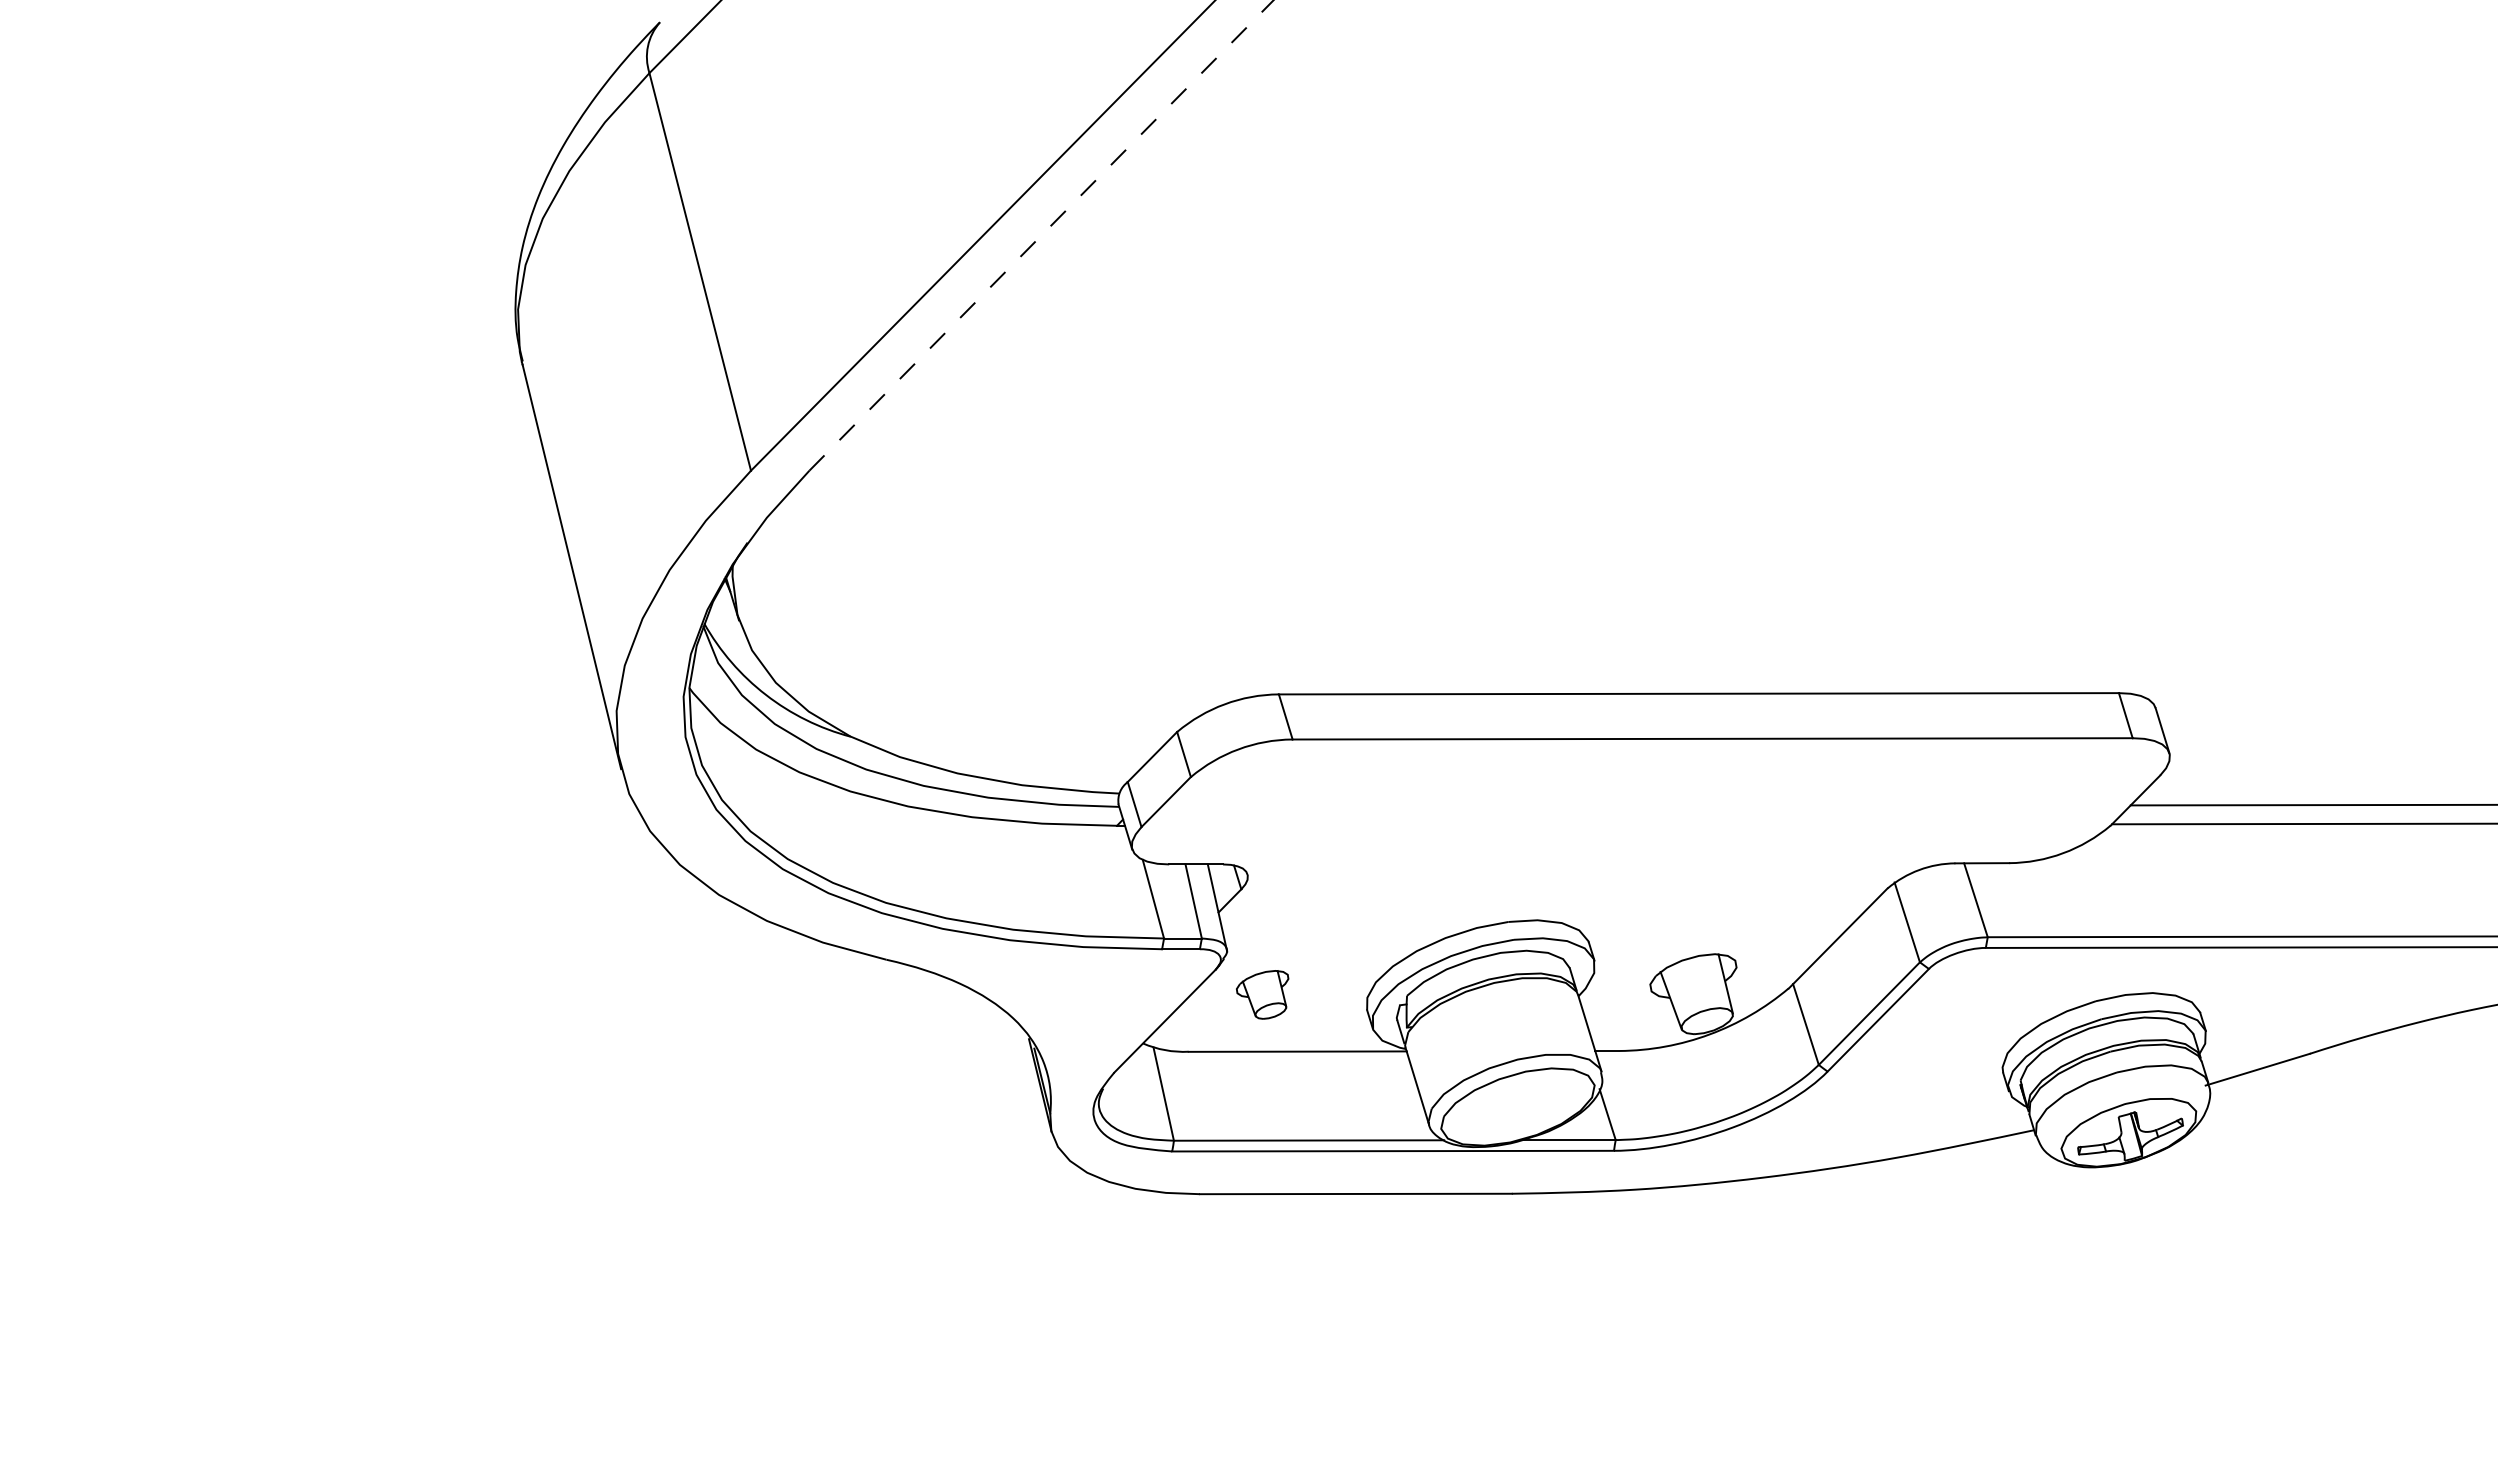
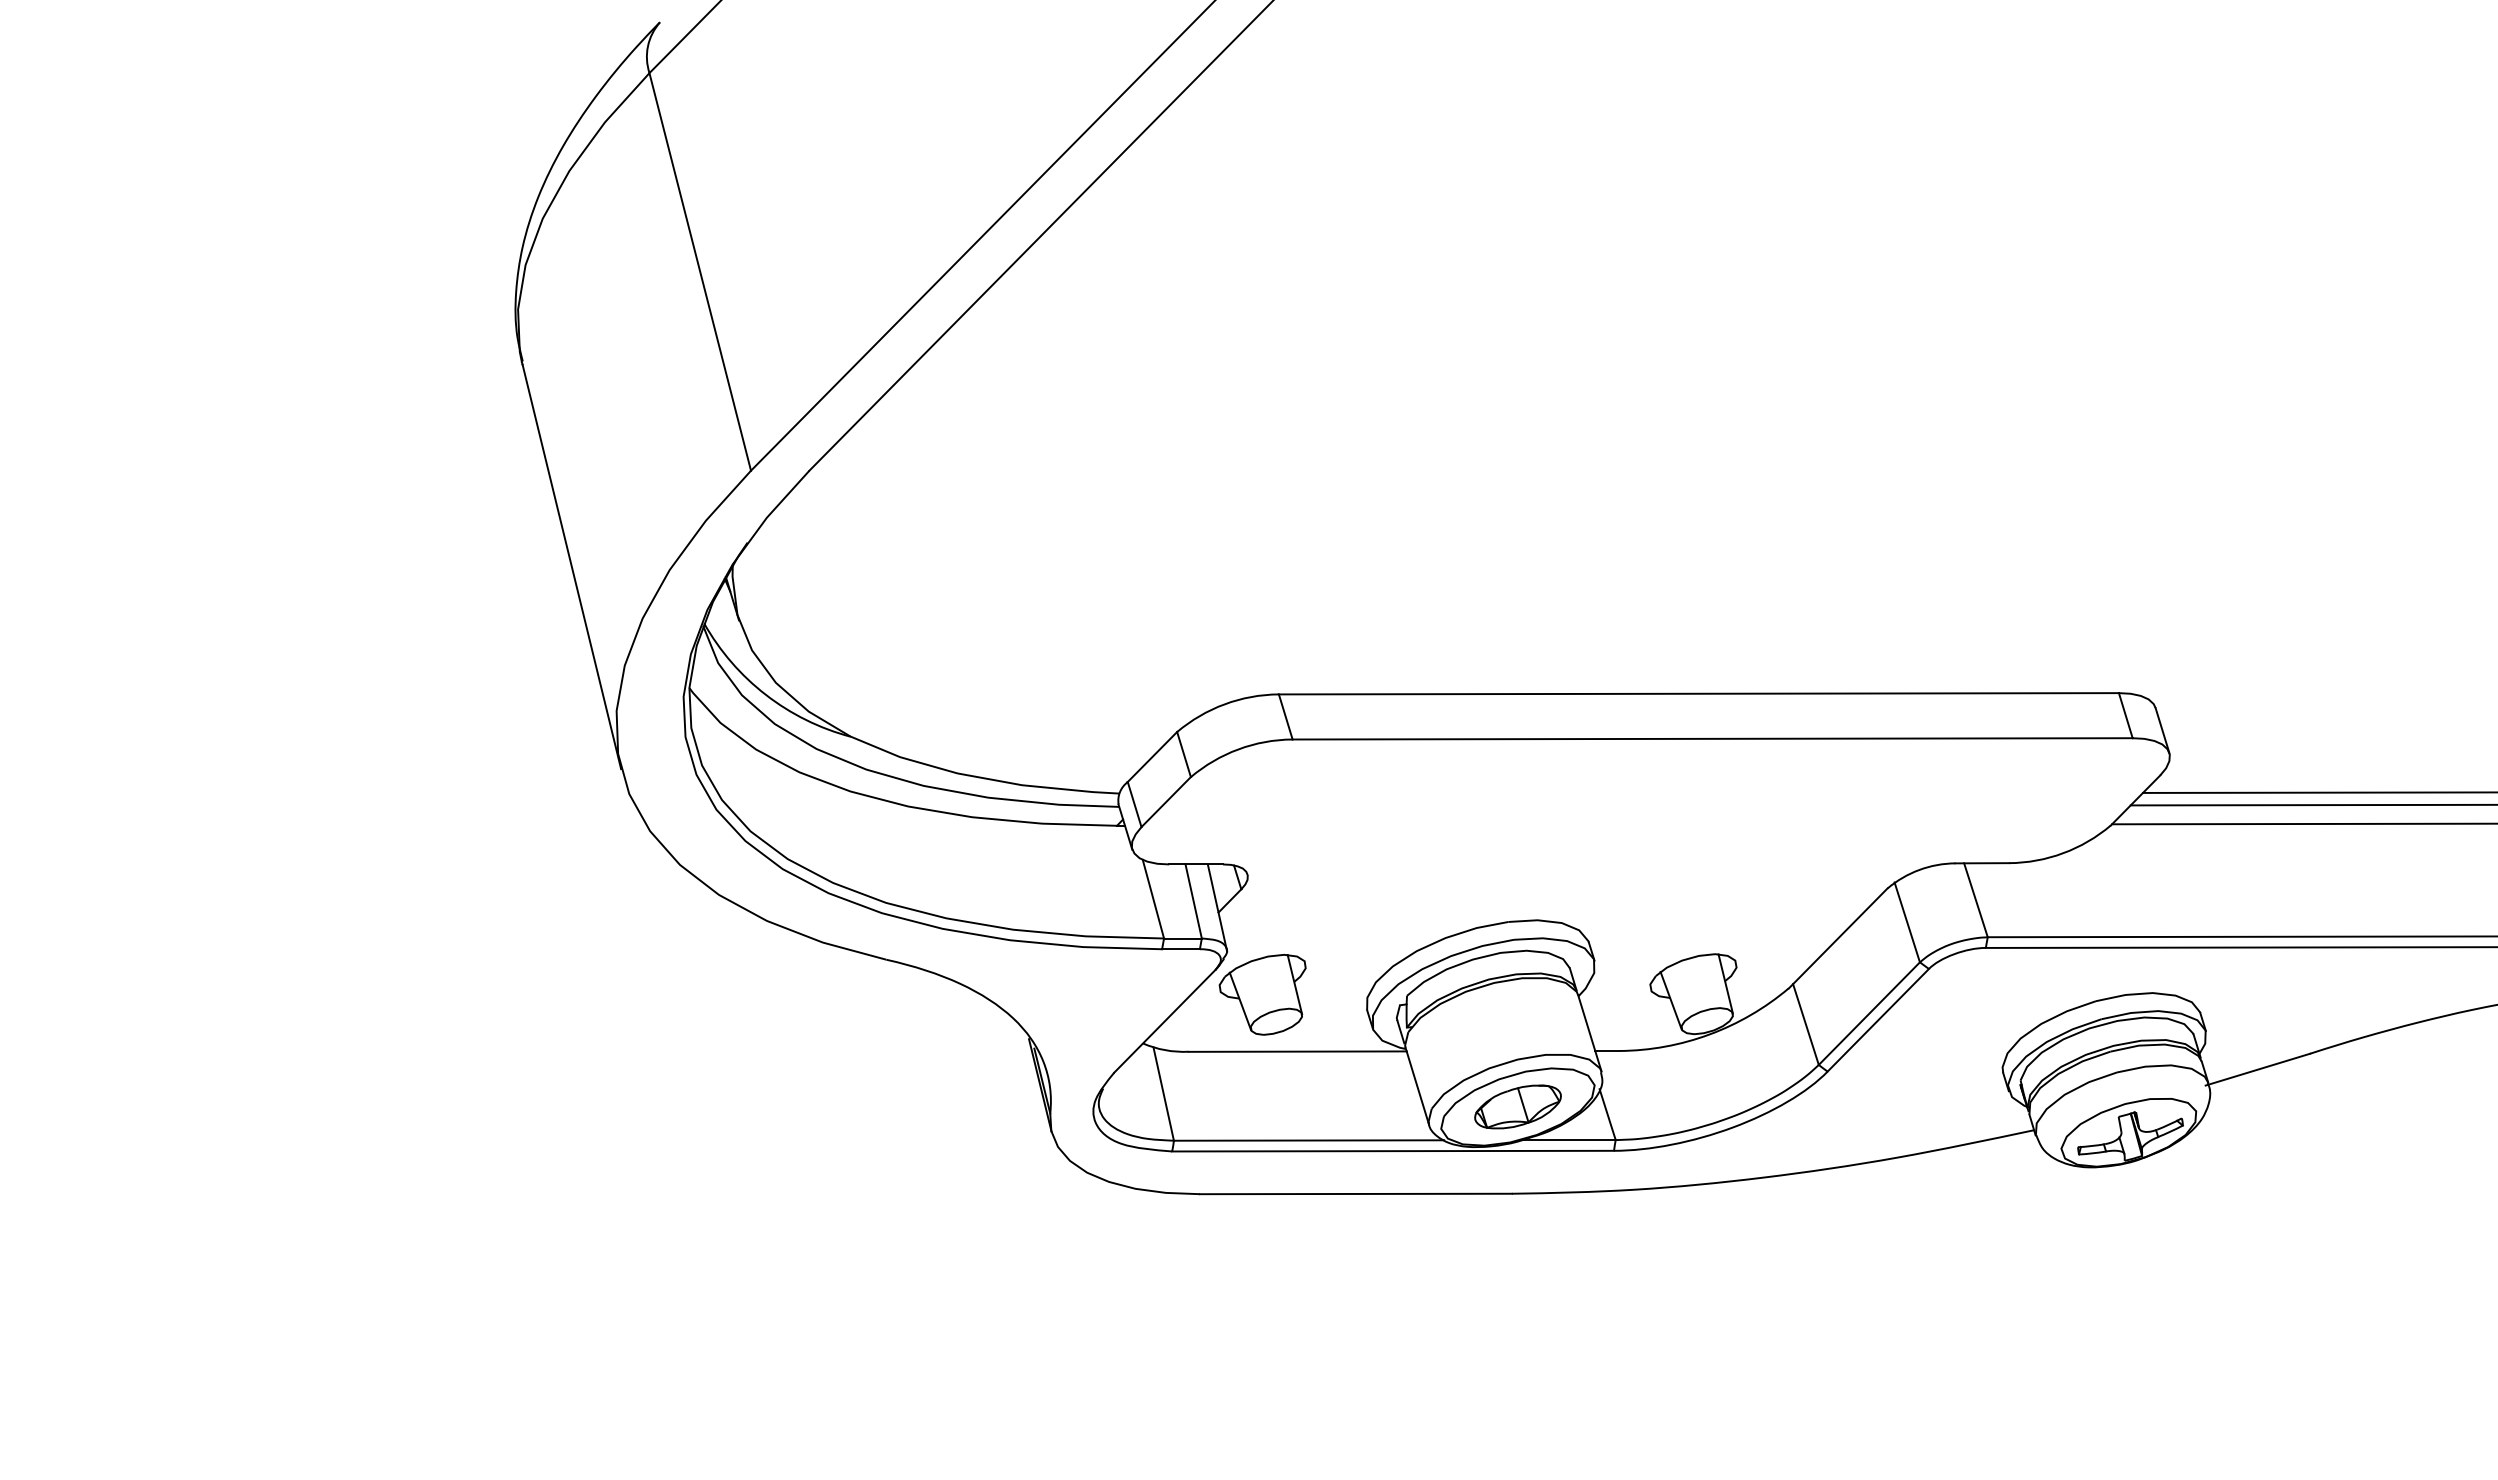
line at (1041, 235): dashed -> solid
line at (2318, 792): none -> present
part at (1262, 994) size: 54x50 px -> 89x82 px
part at (1517, 1106): none -> present
